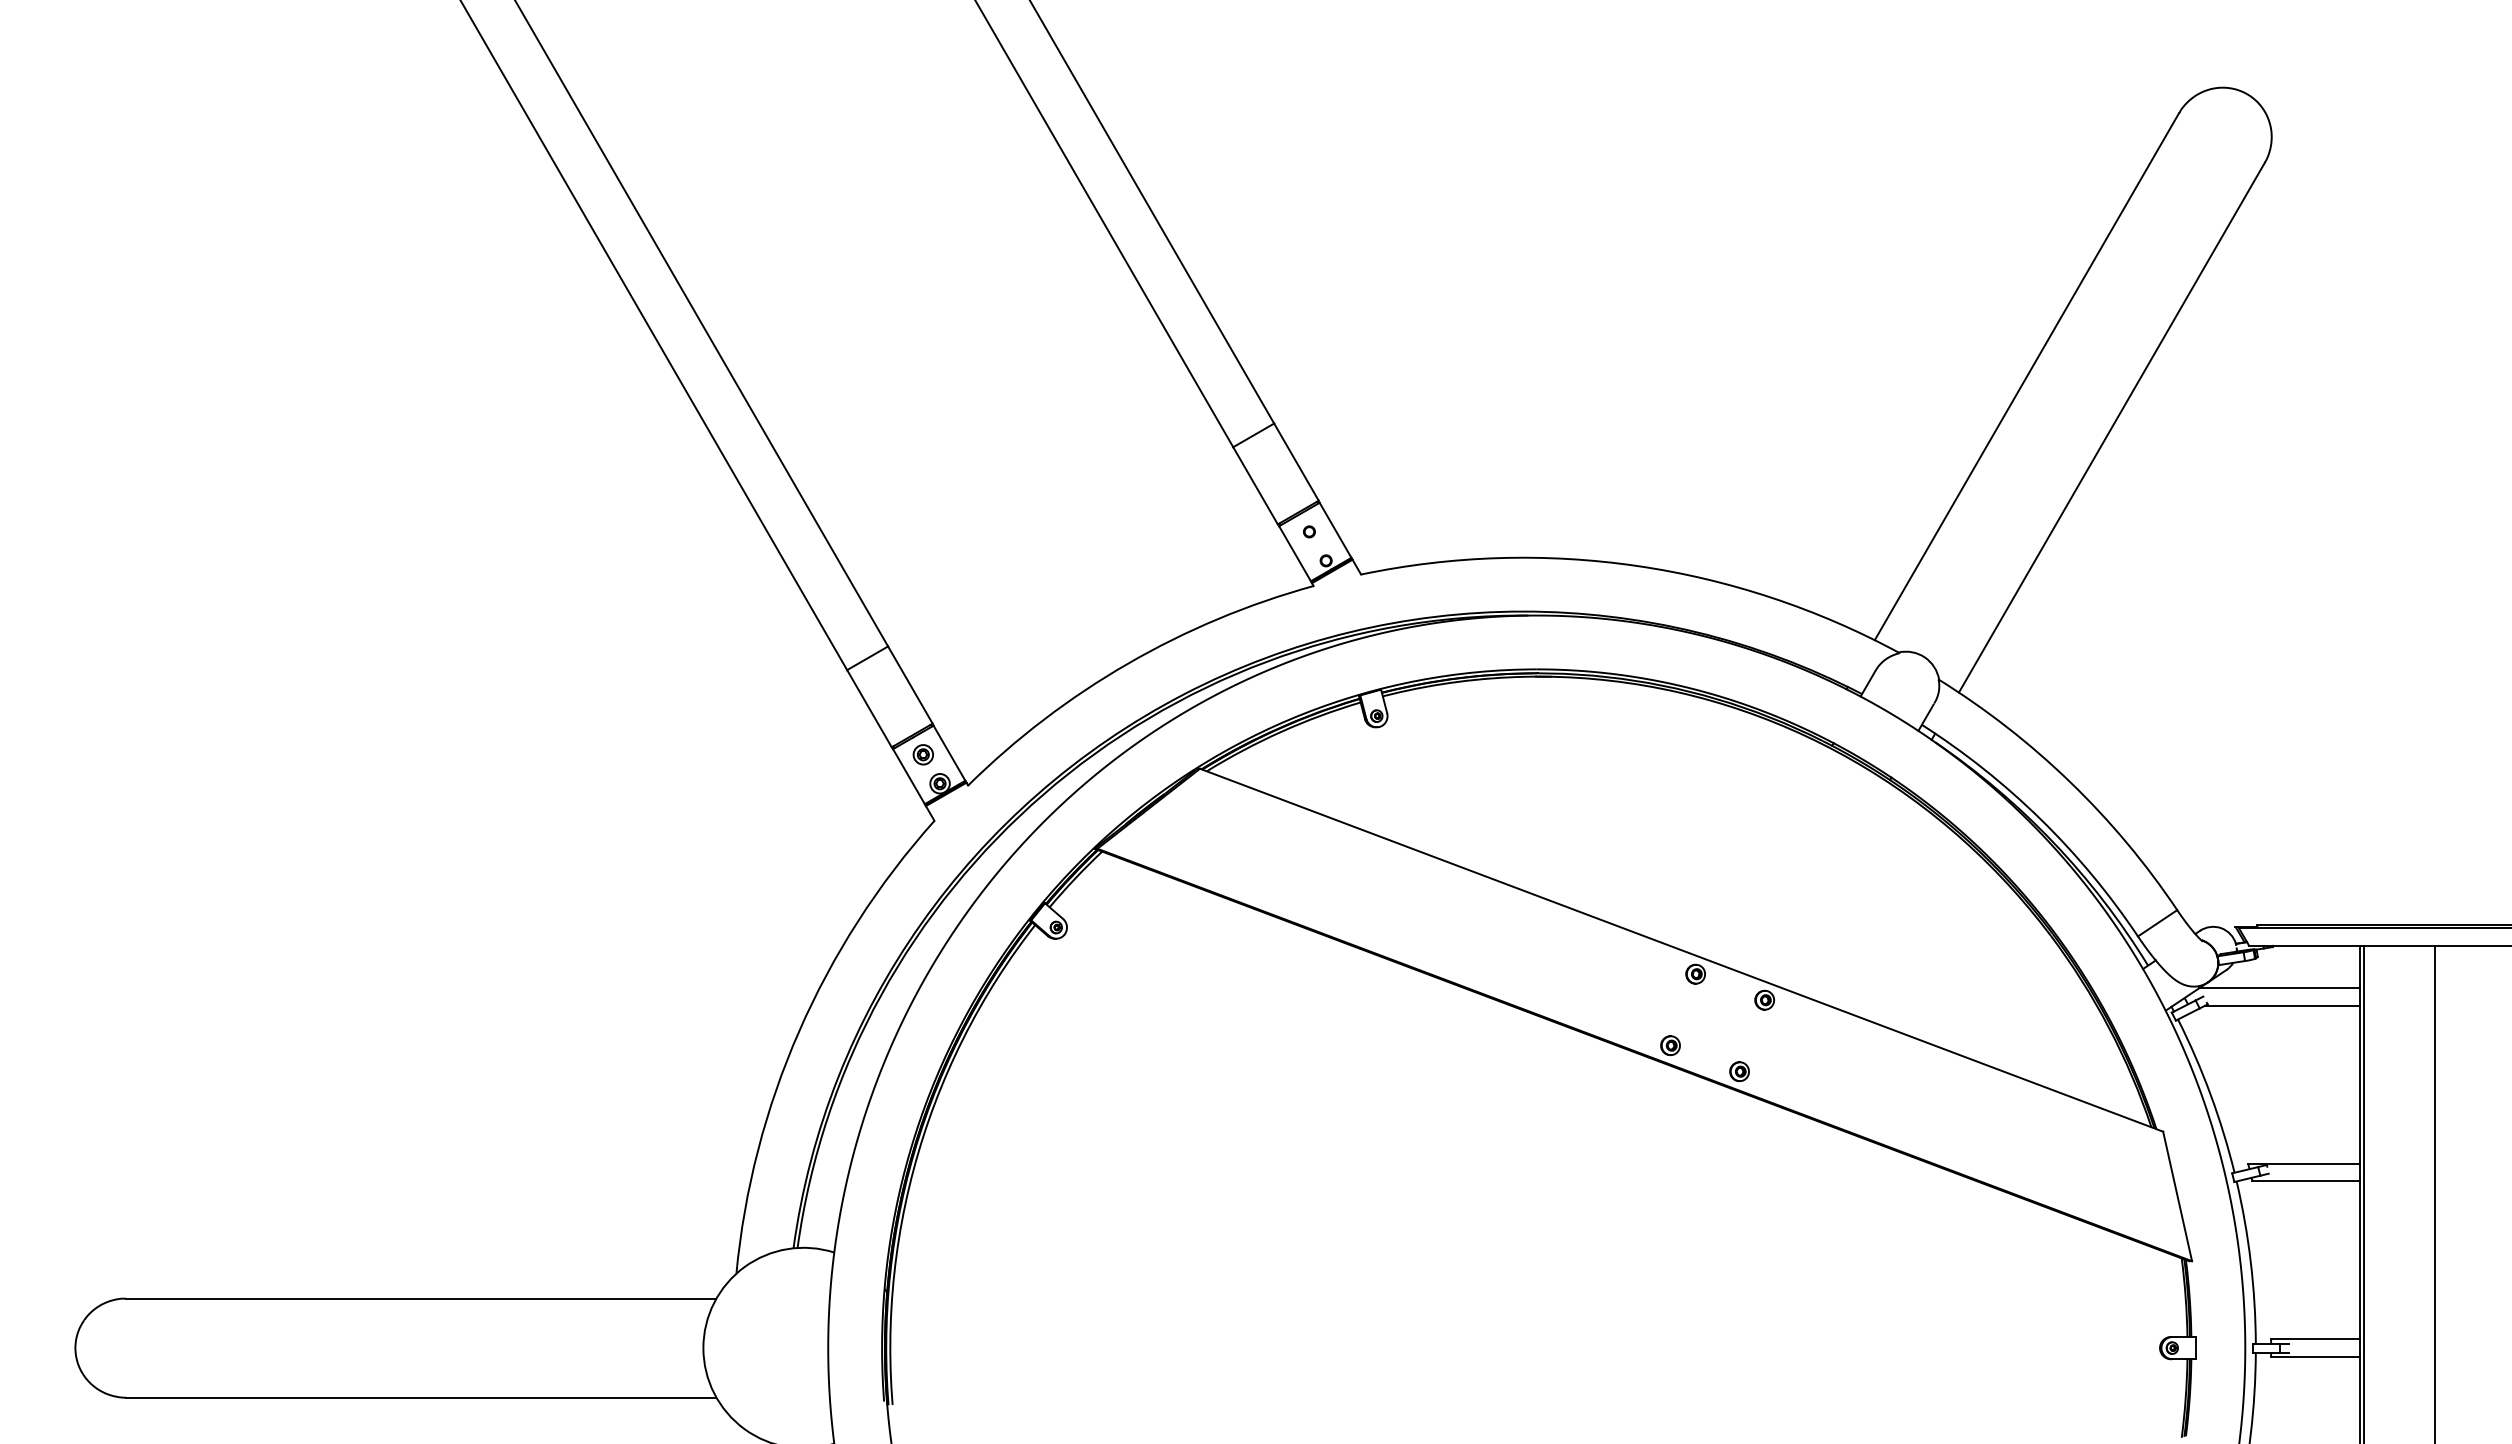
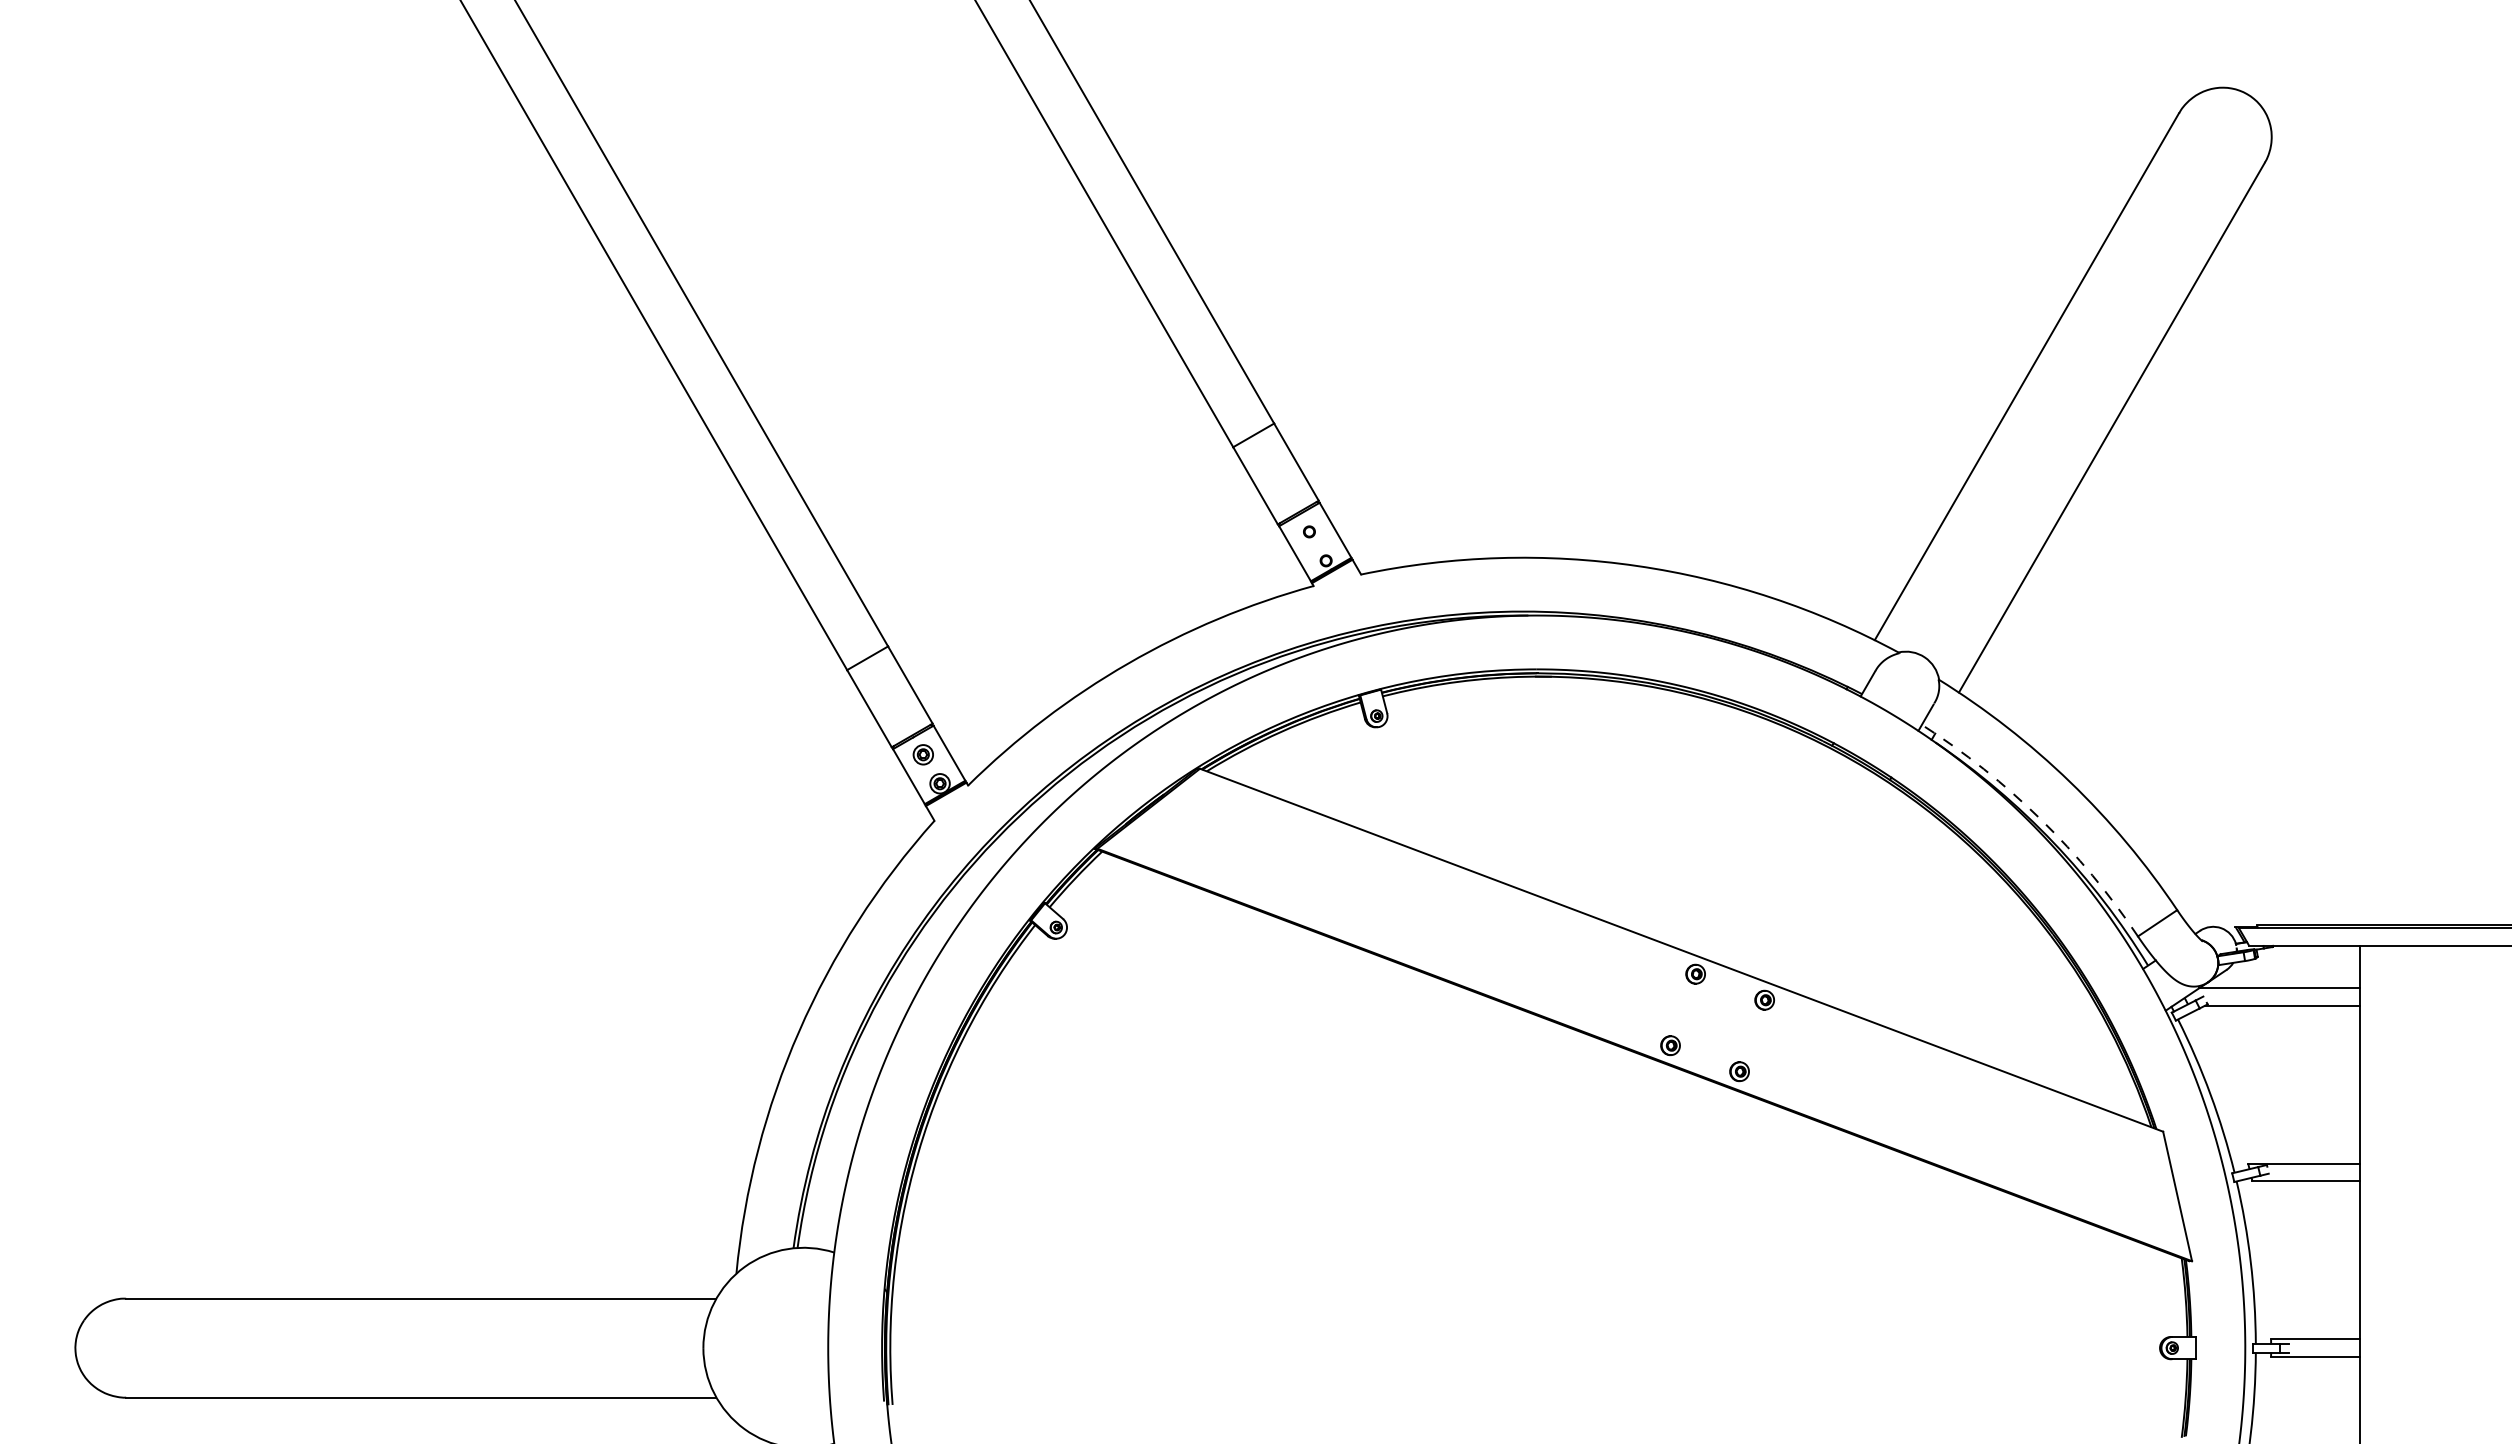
arc at (2040, 819): solid -> dashed
line at (2363, 1192): present -> none
line at (2434, 1192): present -> none
